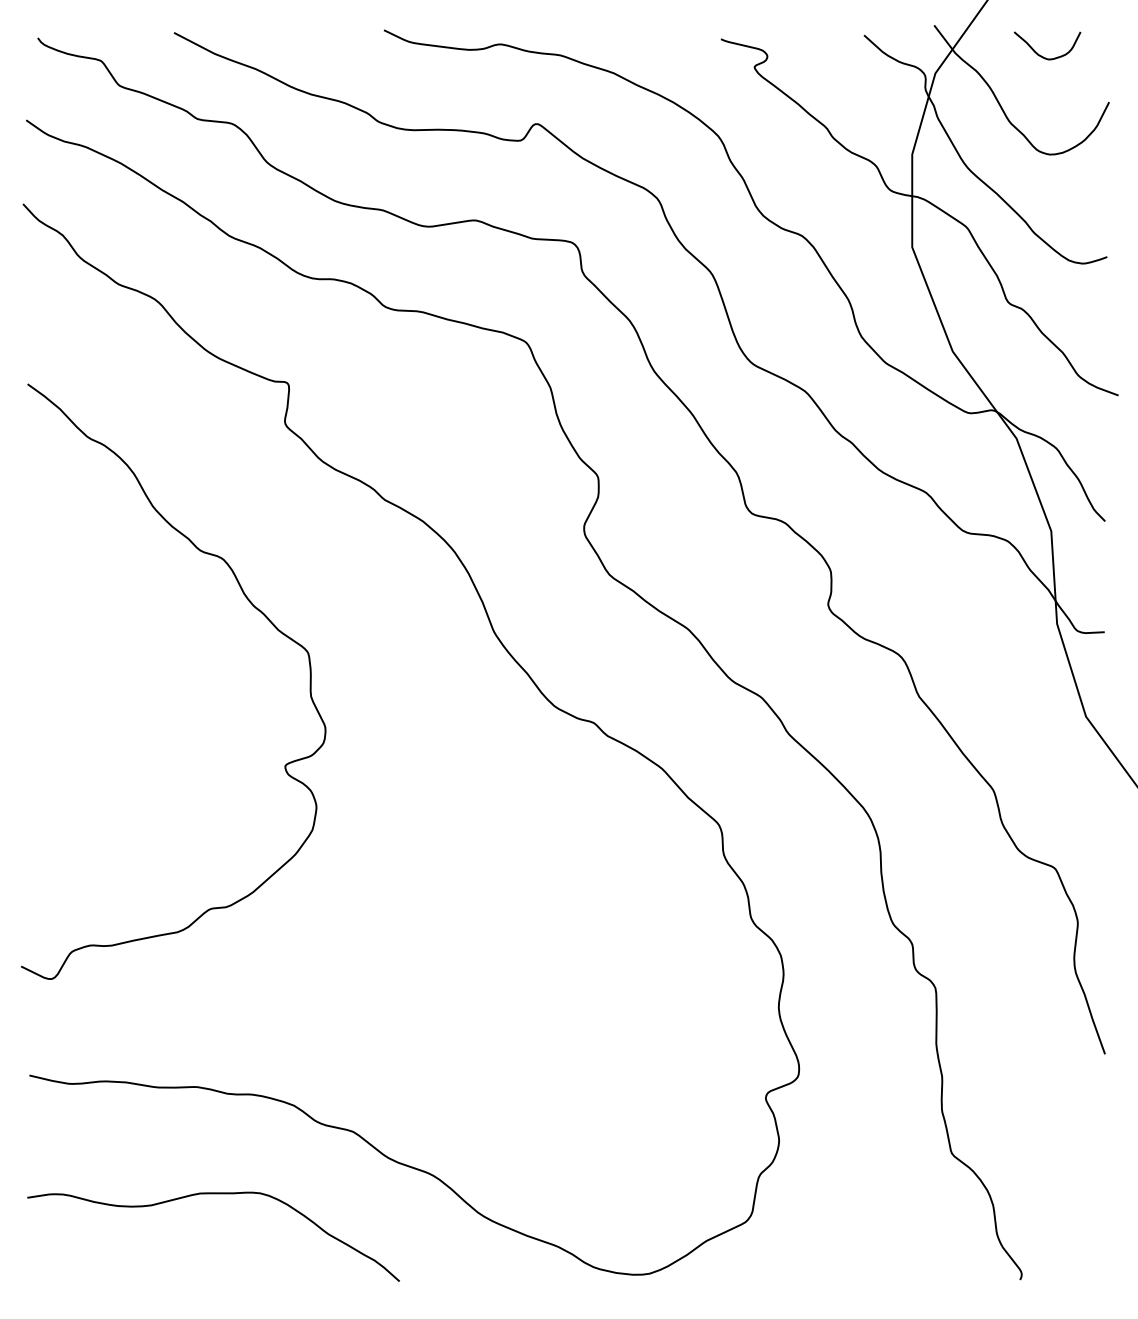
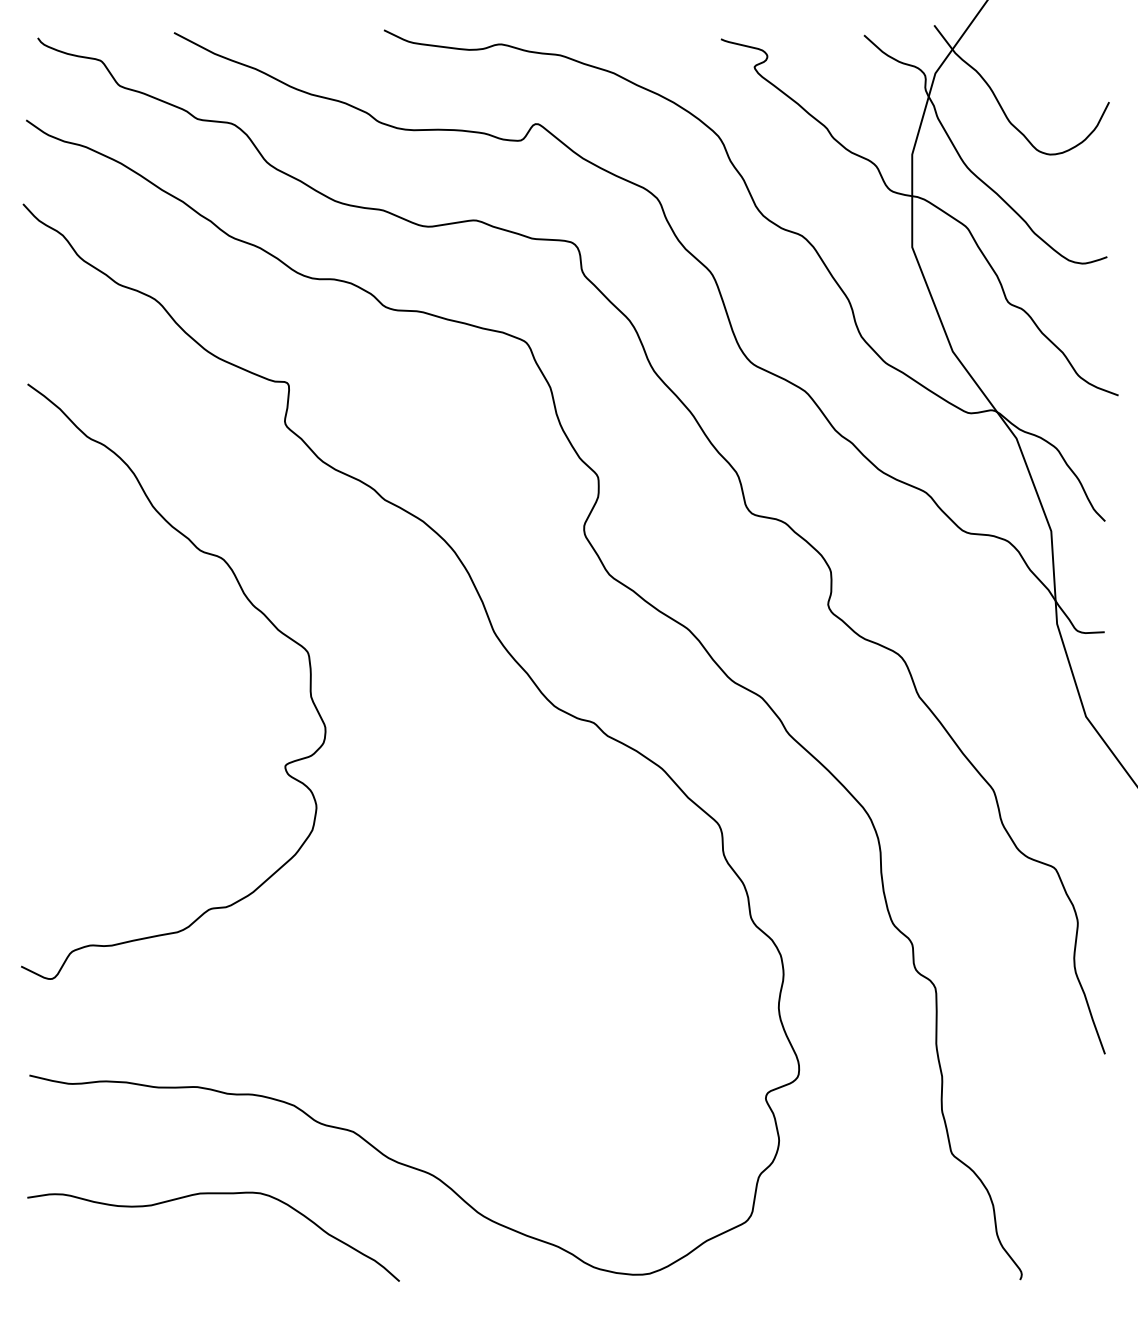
curve at (1041, 55): present -> none
